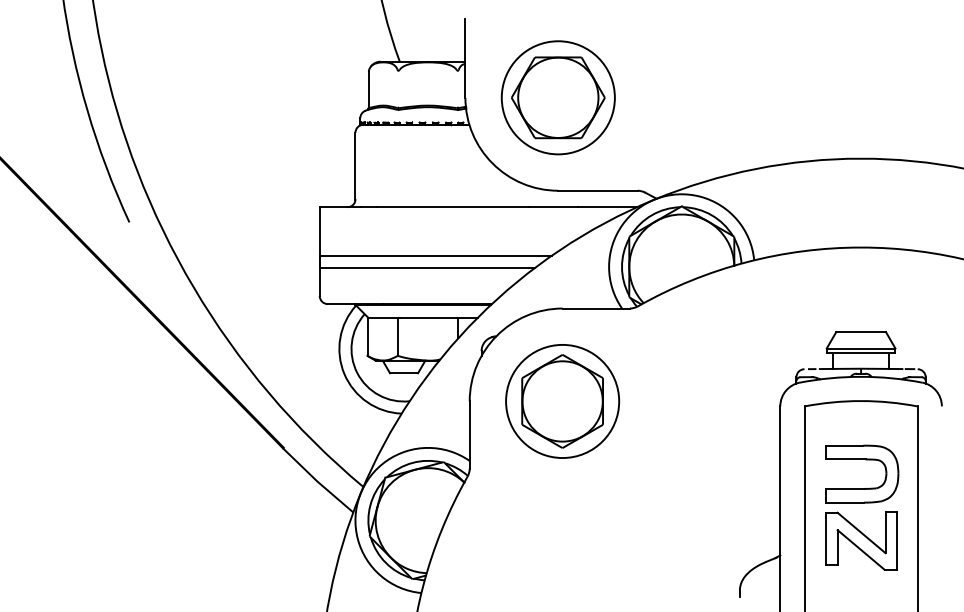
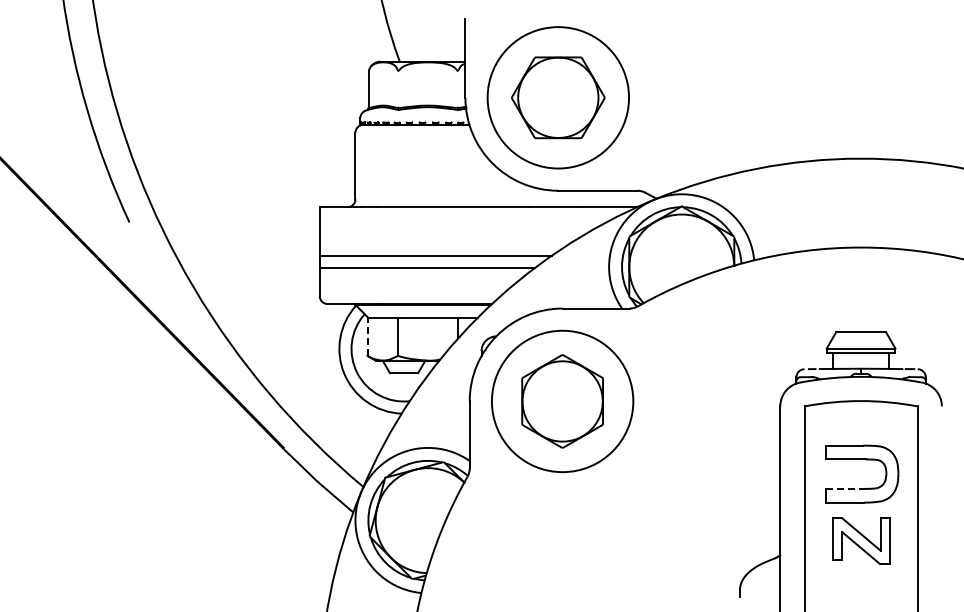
circle at (557, 97) diameter: 113 px -> 141 px
line at (367, 336): solid -> dashed
circle at (562, 401) diameter: 113 px -> 141 px
line at (845, 488): solid -> dashed
part at (861, 540) size: 73x60 px -> 59x48 px
